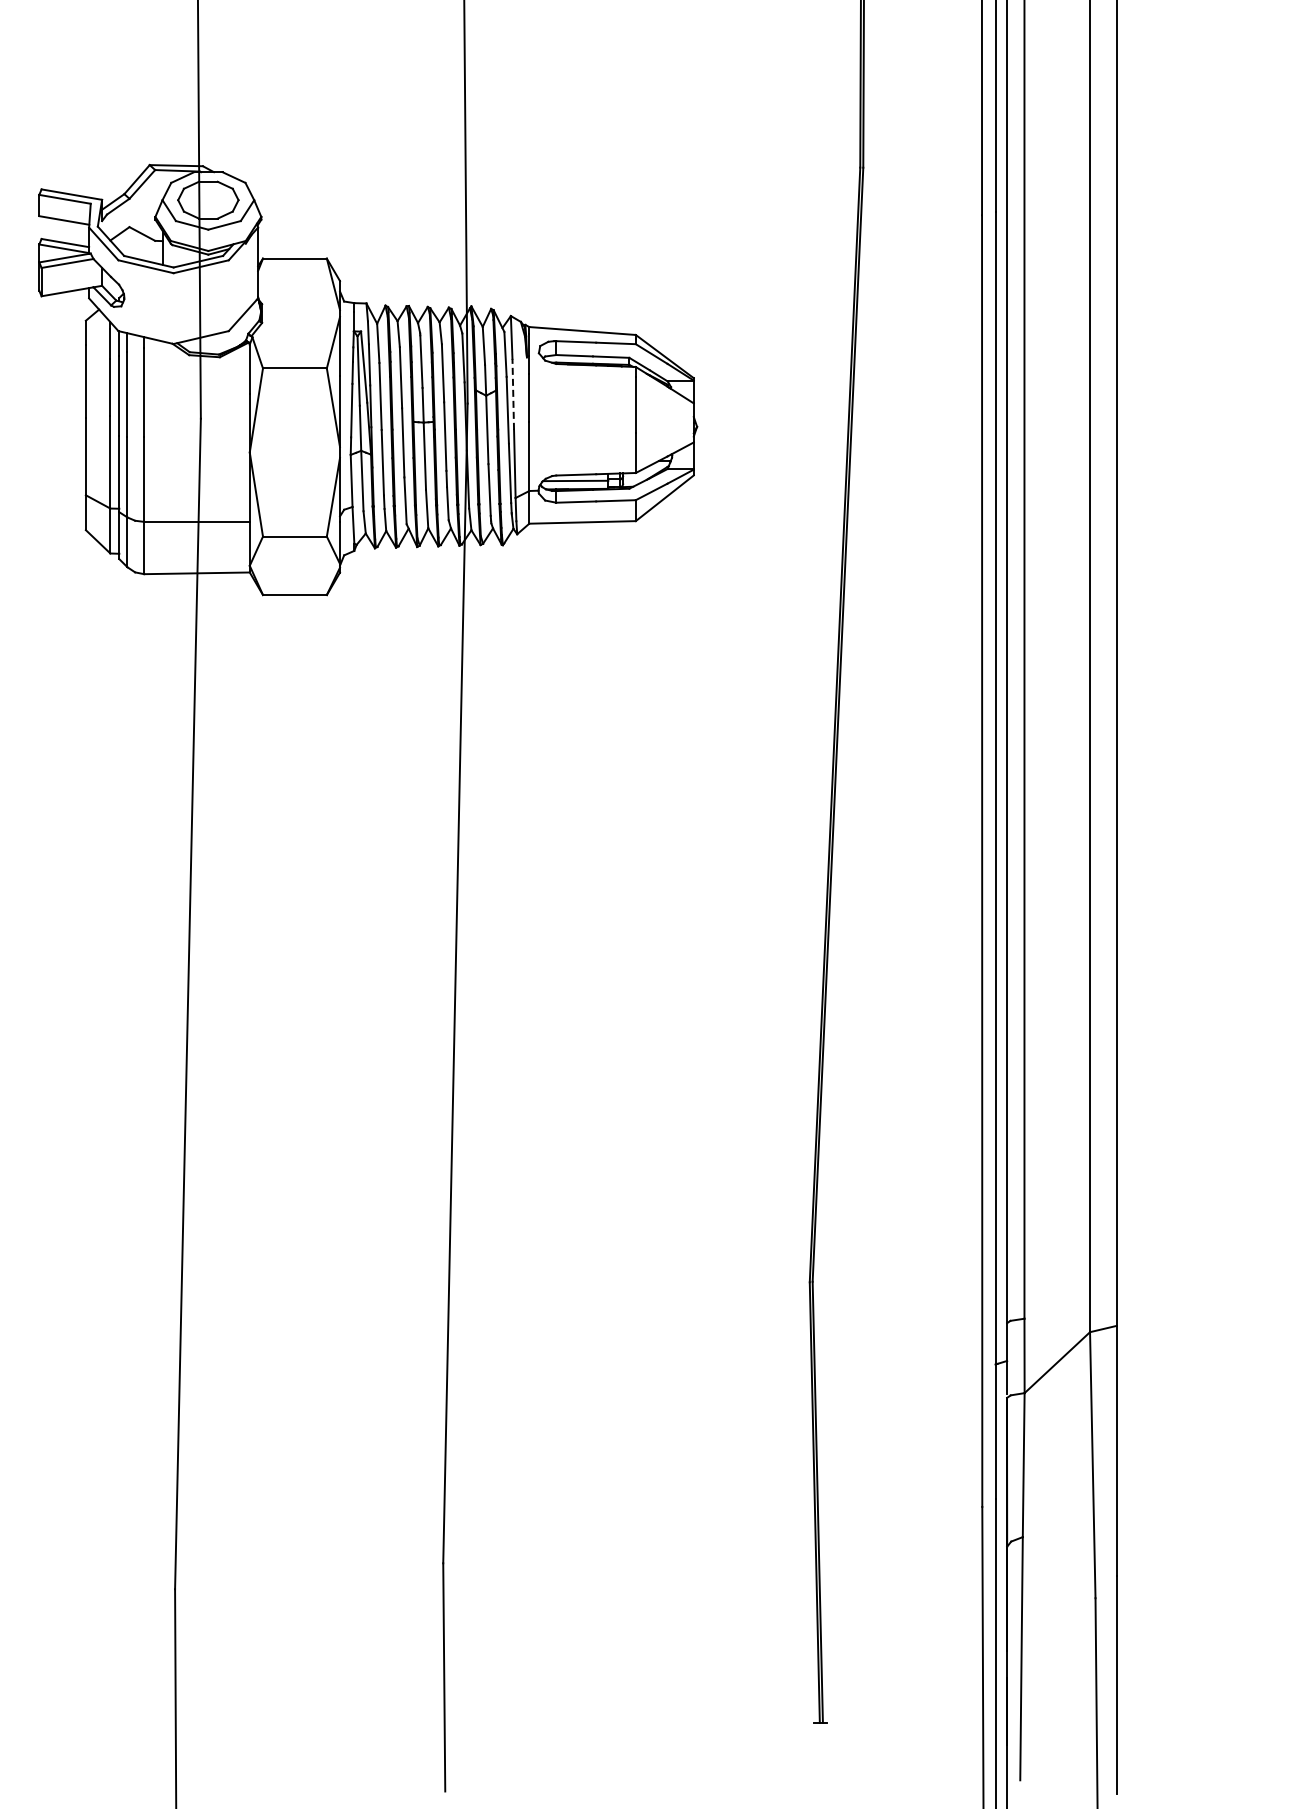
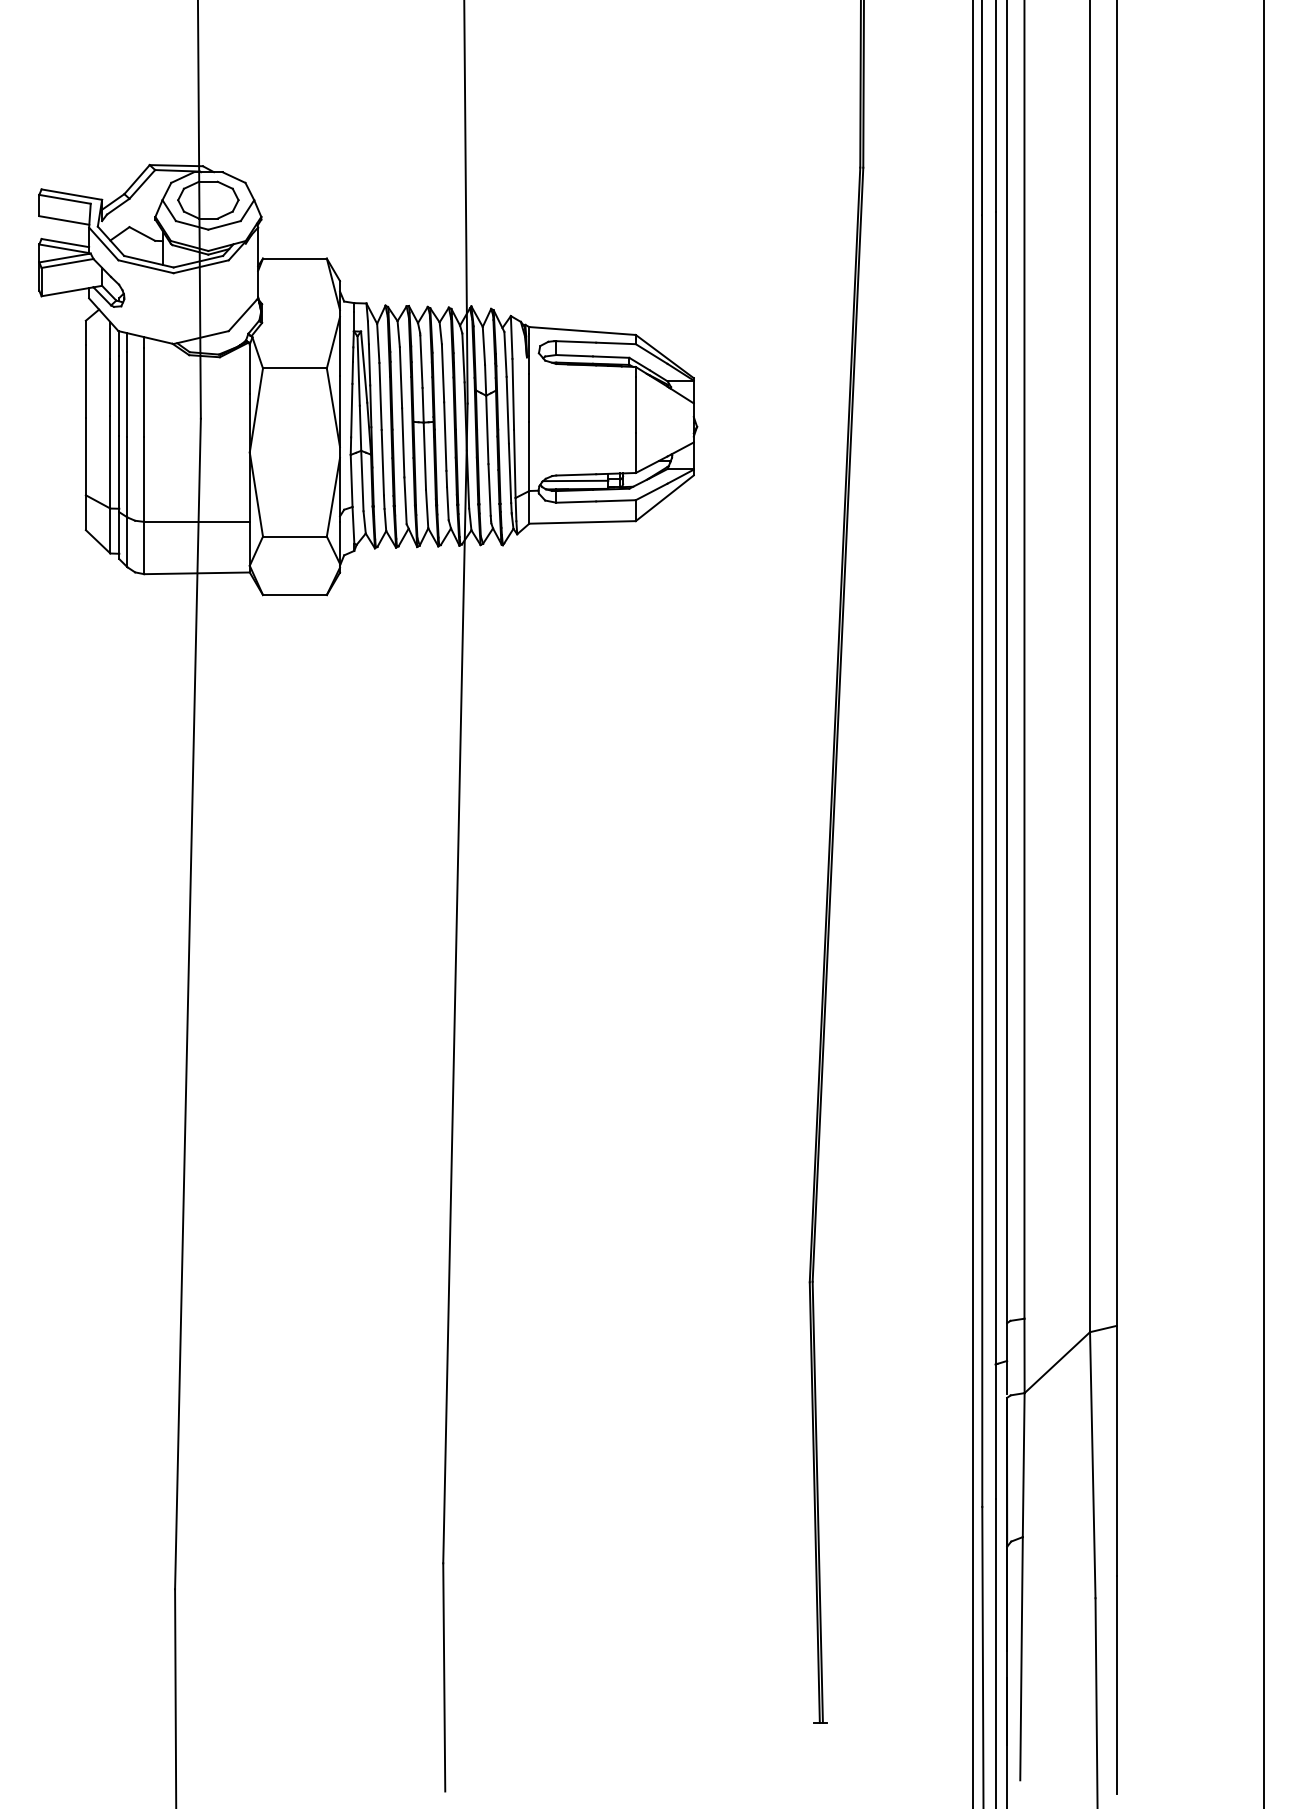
line at (513, 394): dashed -> solid
line at (972, 903): none -> present
line at (1263, 903): none -> present
